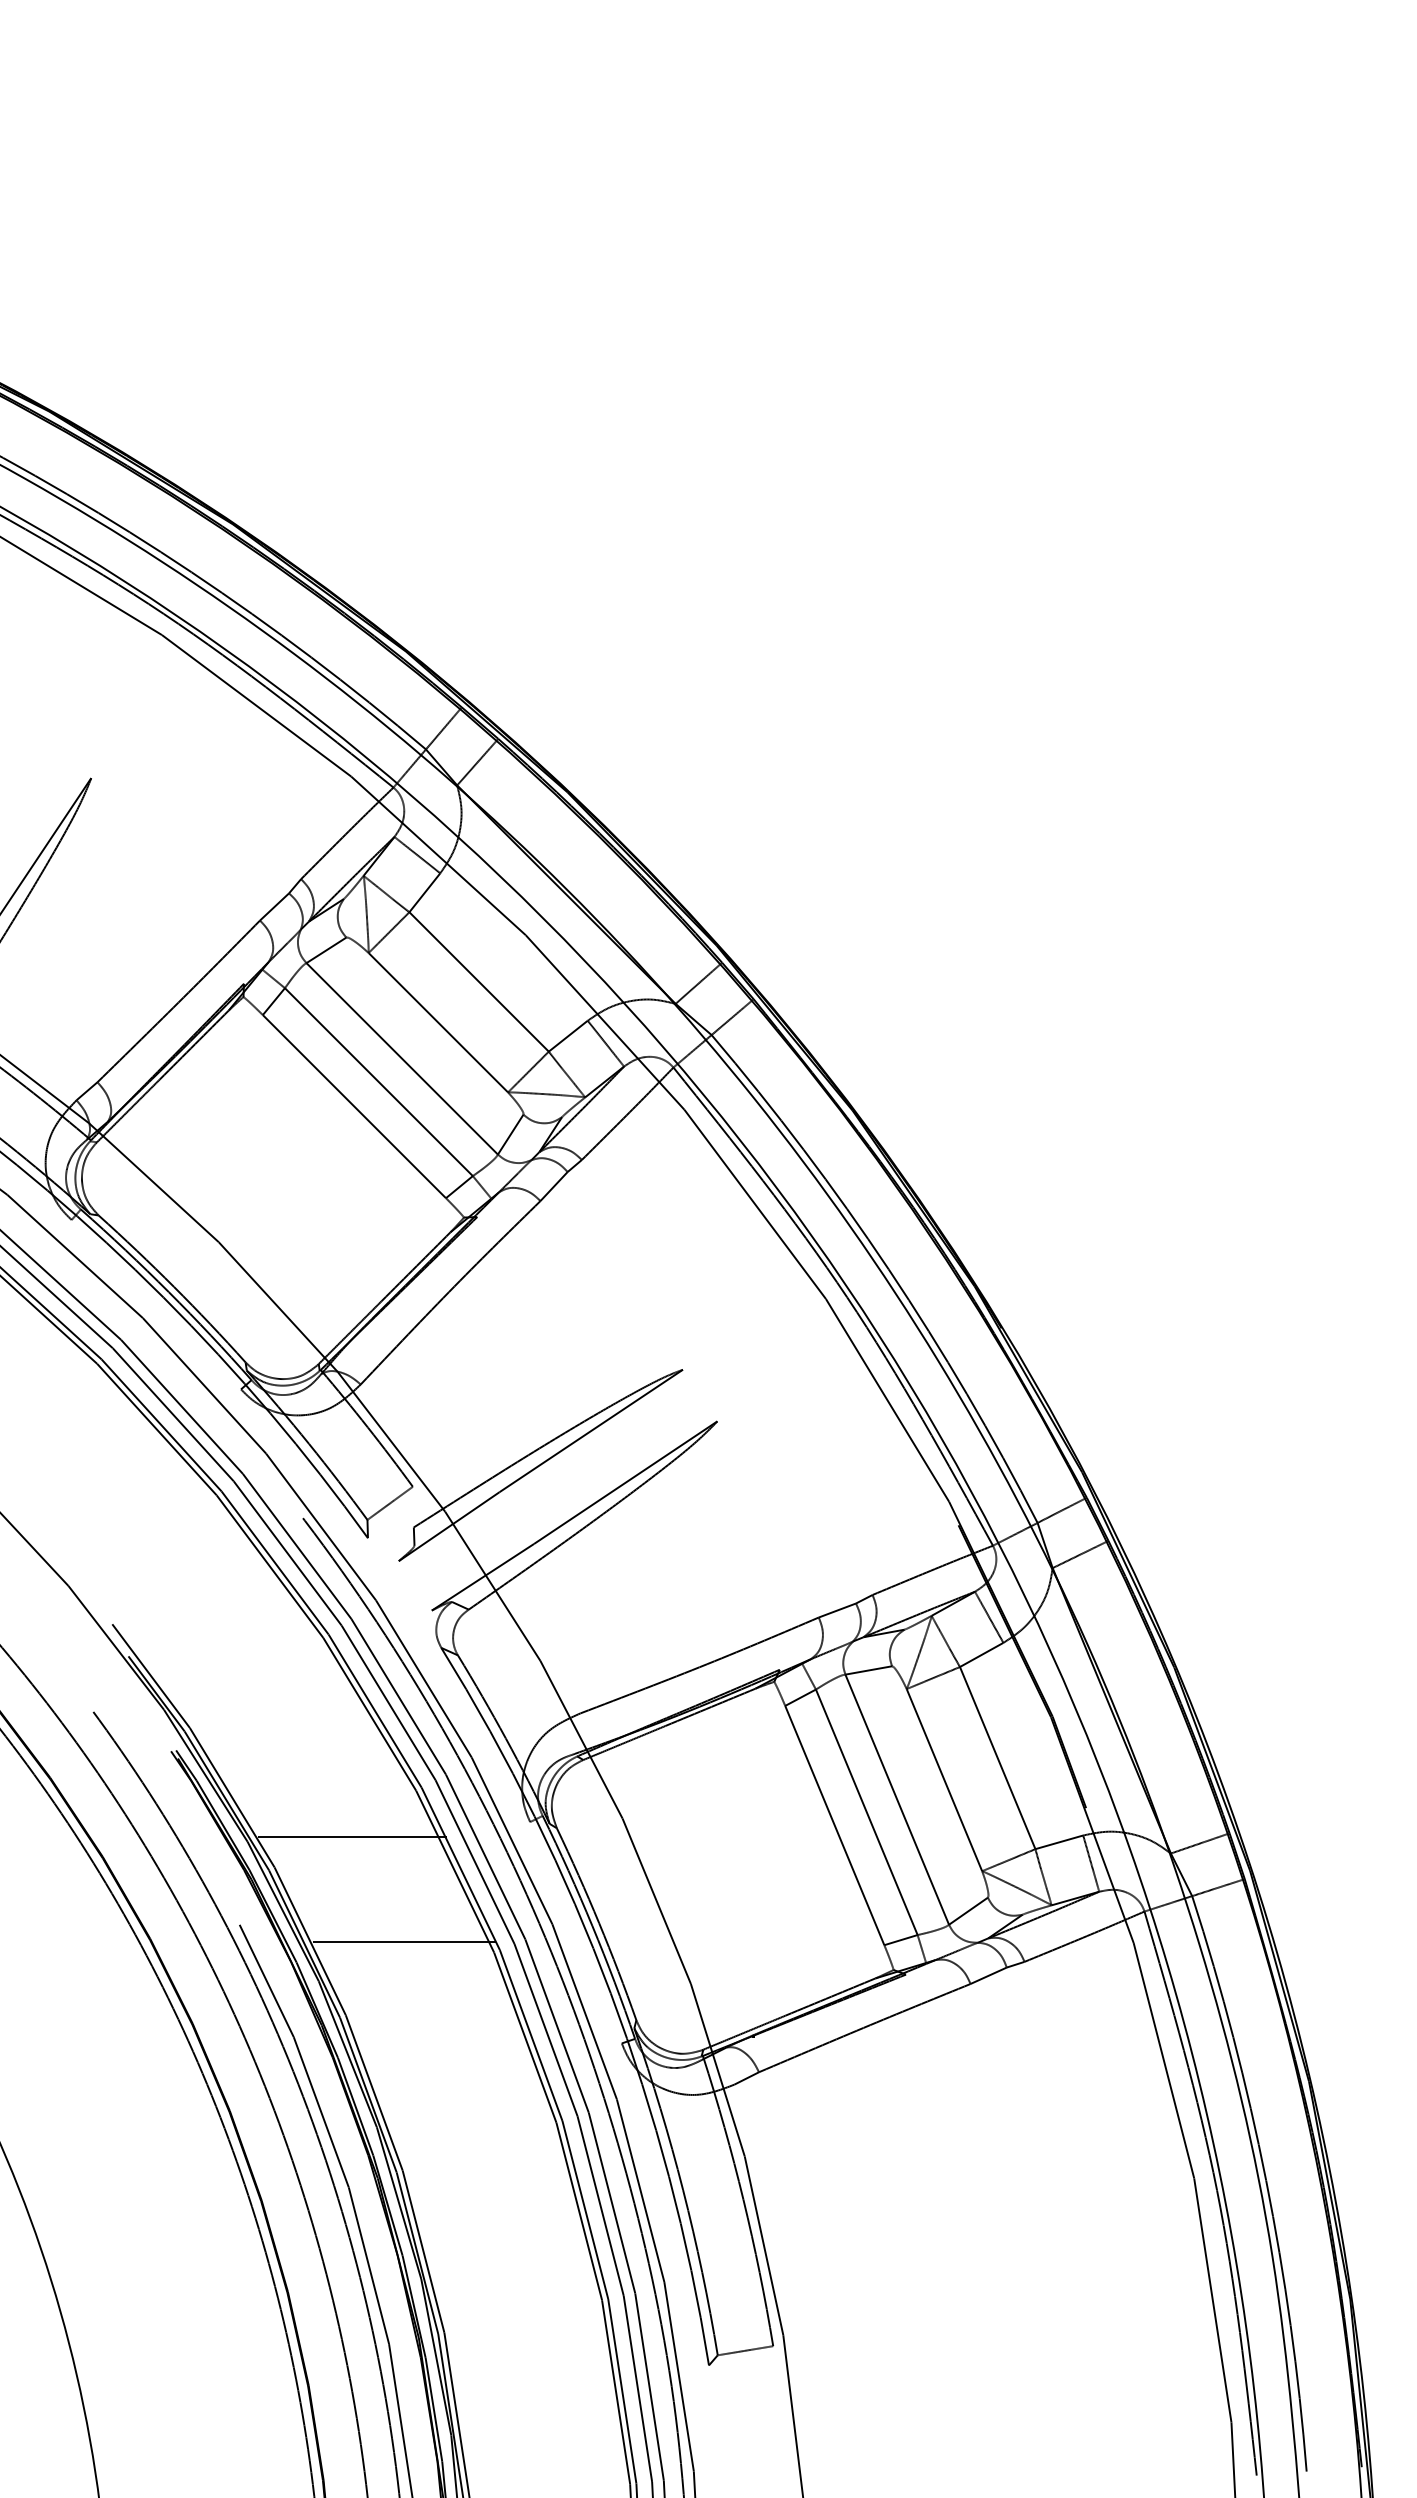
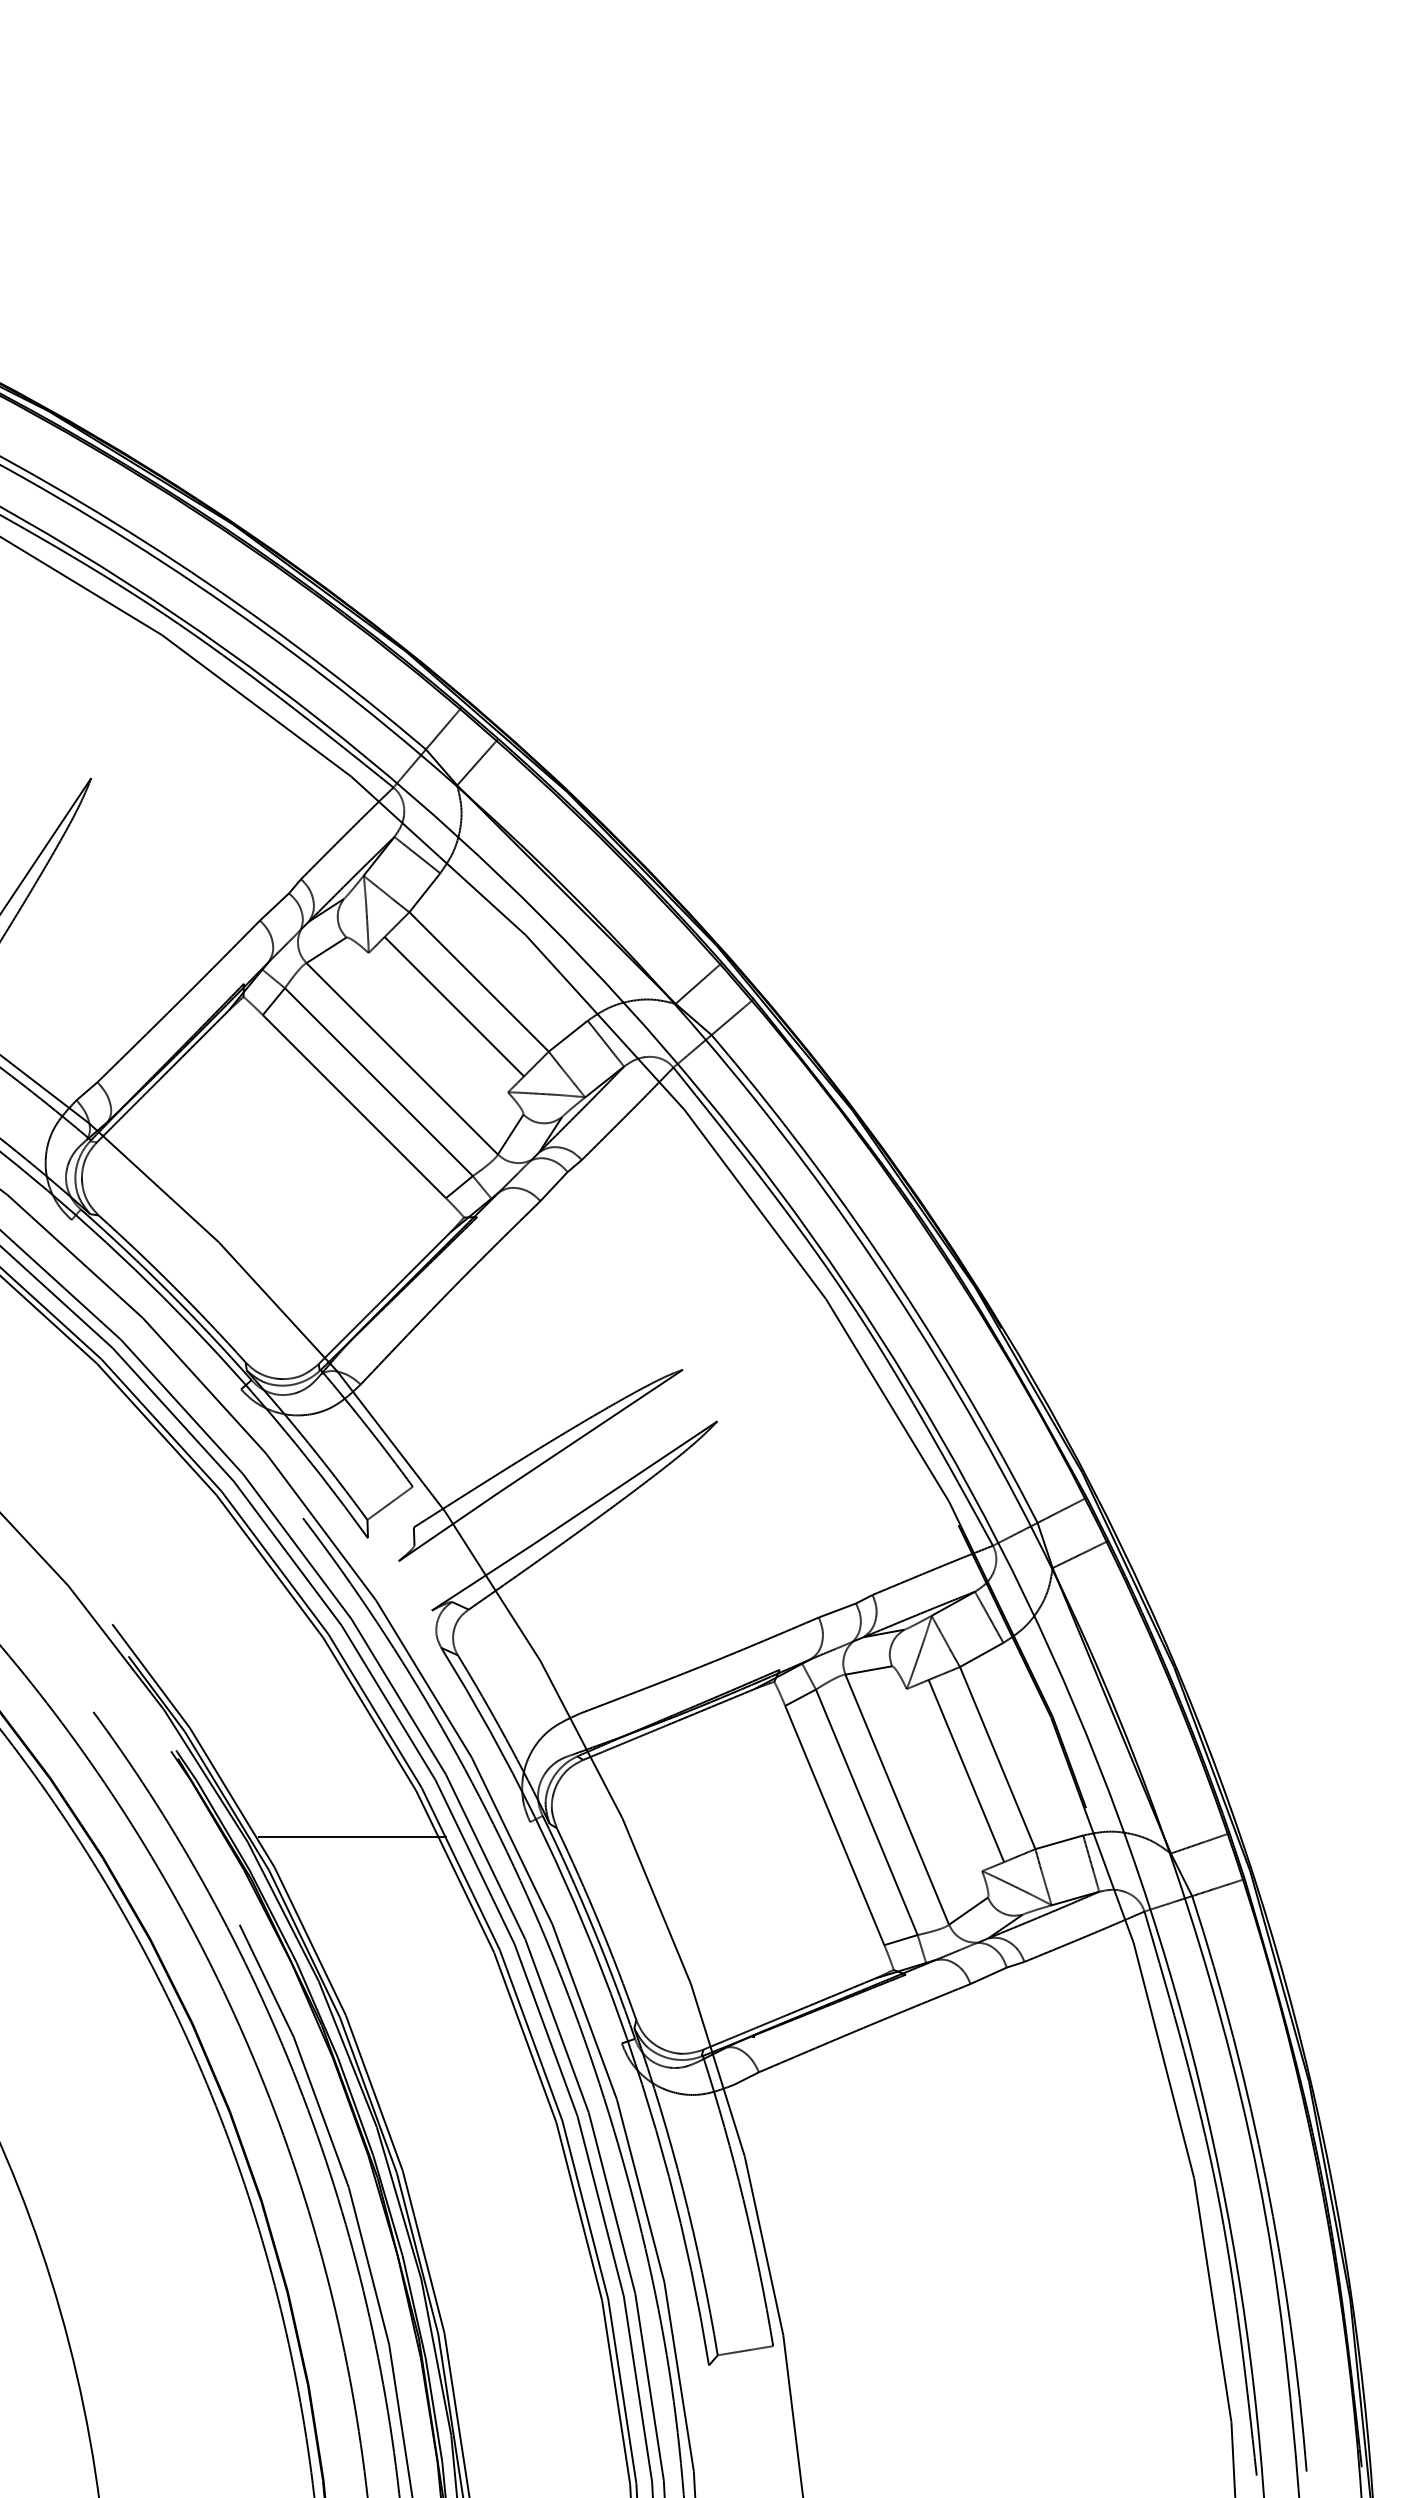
line at (438, 1022) position: (438, 1022) -> (454, 1006)
line at (944, 1780) position: (944, 1780) -> (966, 1771)
line at (404, 1941): present -> none
